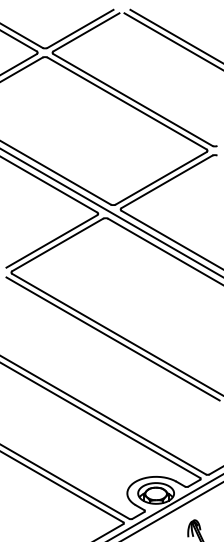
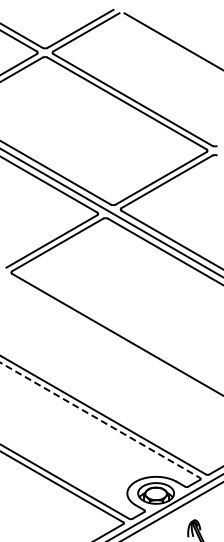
line at (175, 35): present -> none
line at (112, 338): present -> none
line at (100, 420): solid -> dashed
